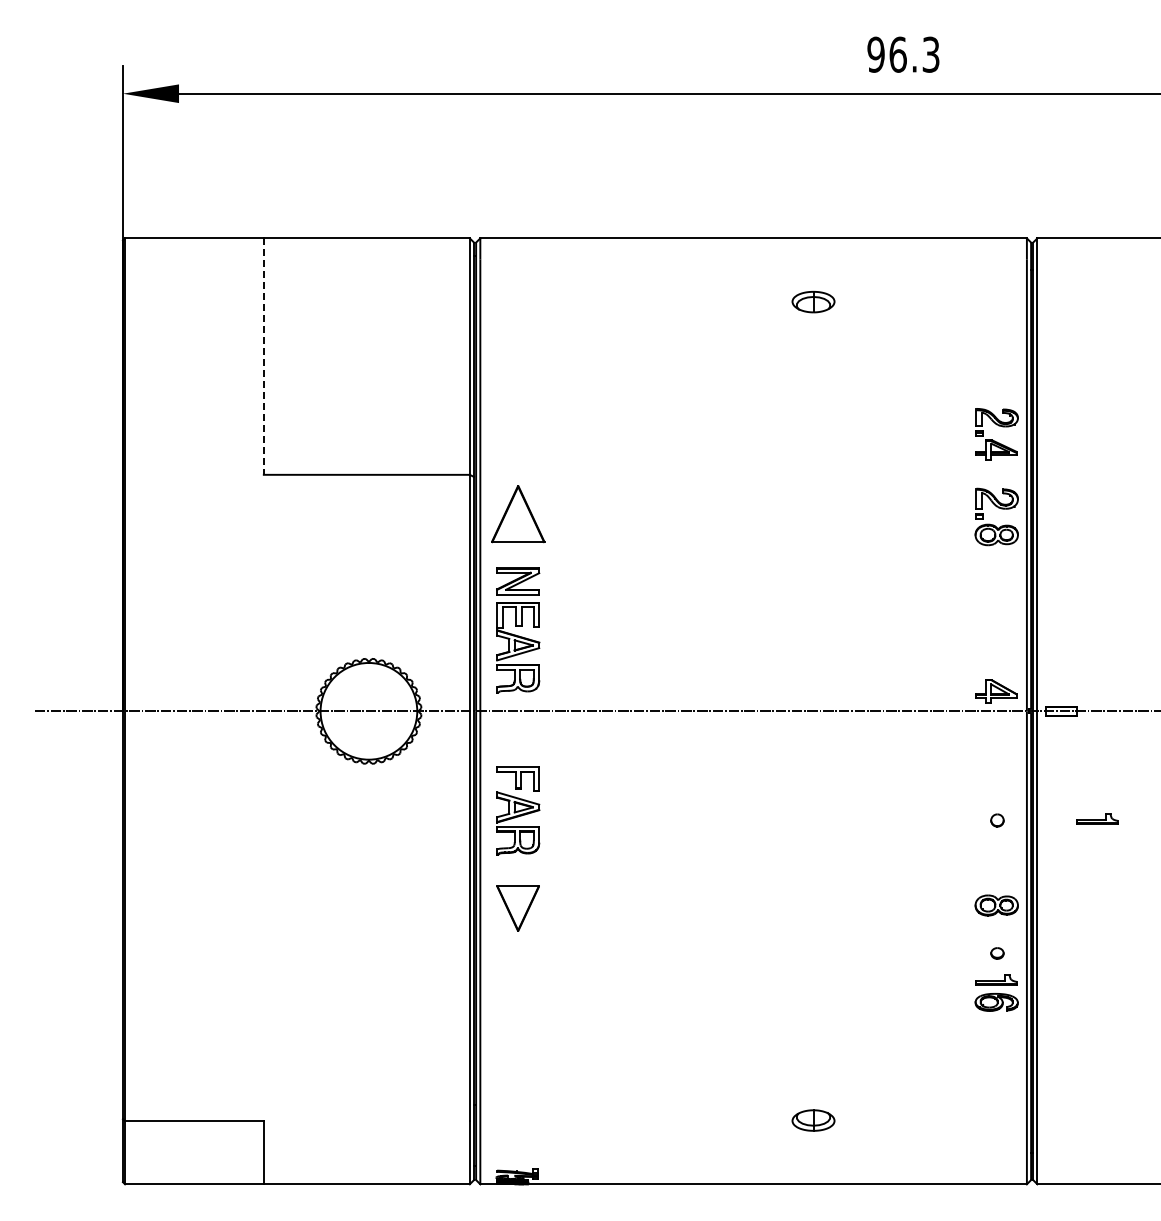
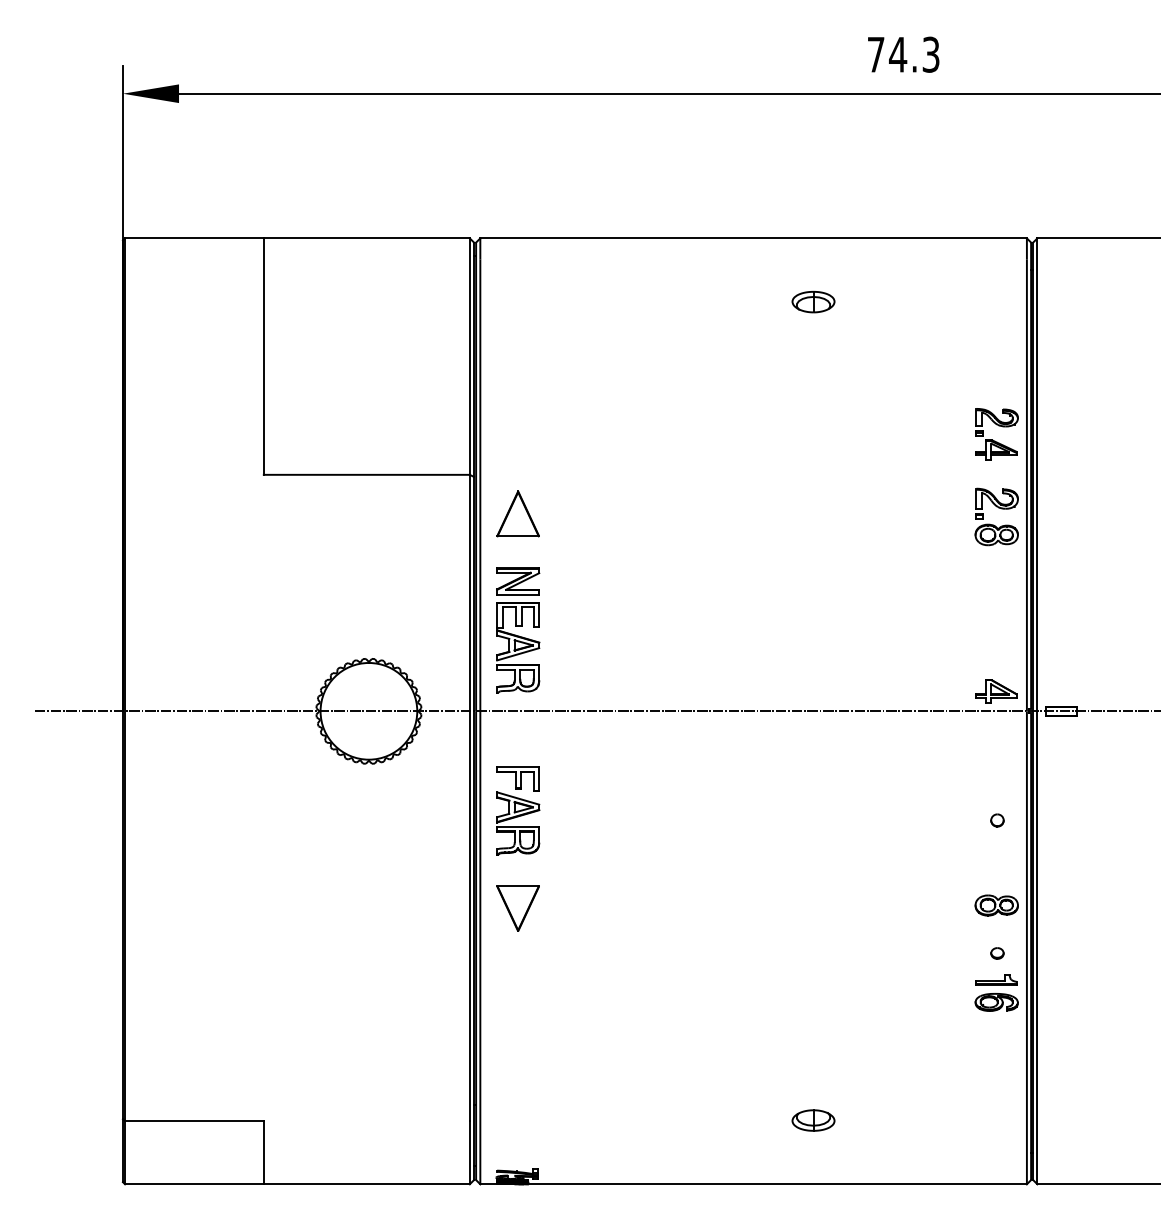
text at (887, 54): 96.3 -> 74.3
line at (263, 357): dashed -> solid
part at (518, 514) size: 55x59 px -> 44x48 px
part at (1097, 818): present -> none
